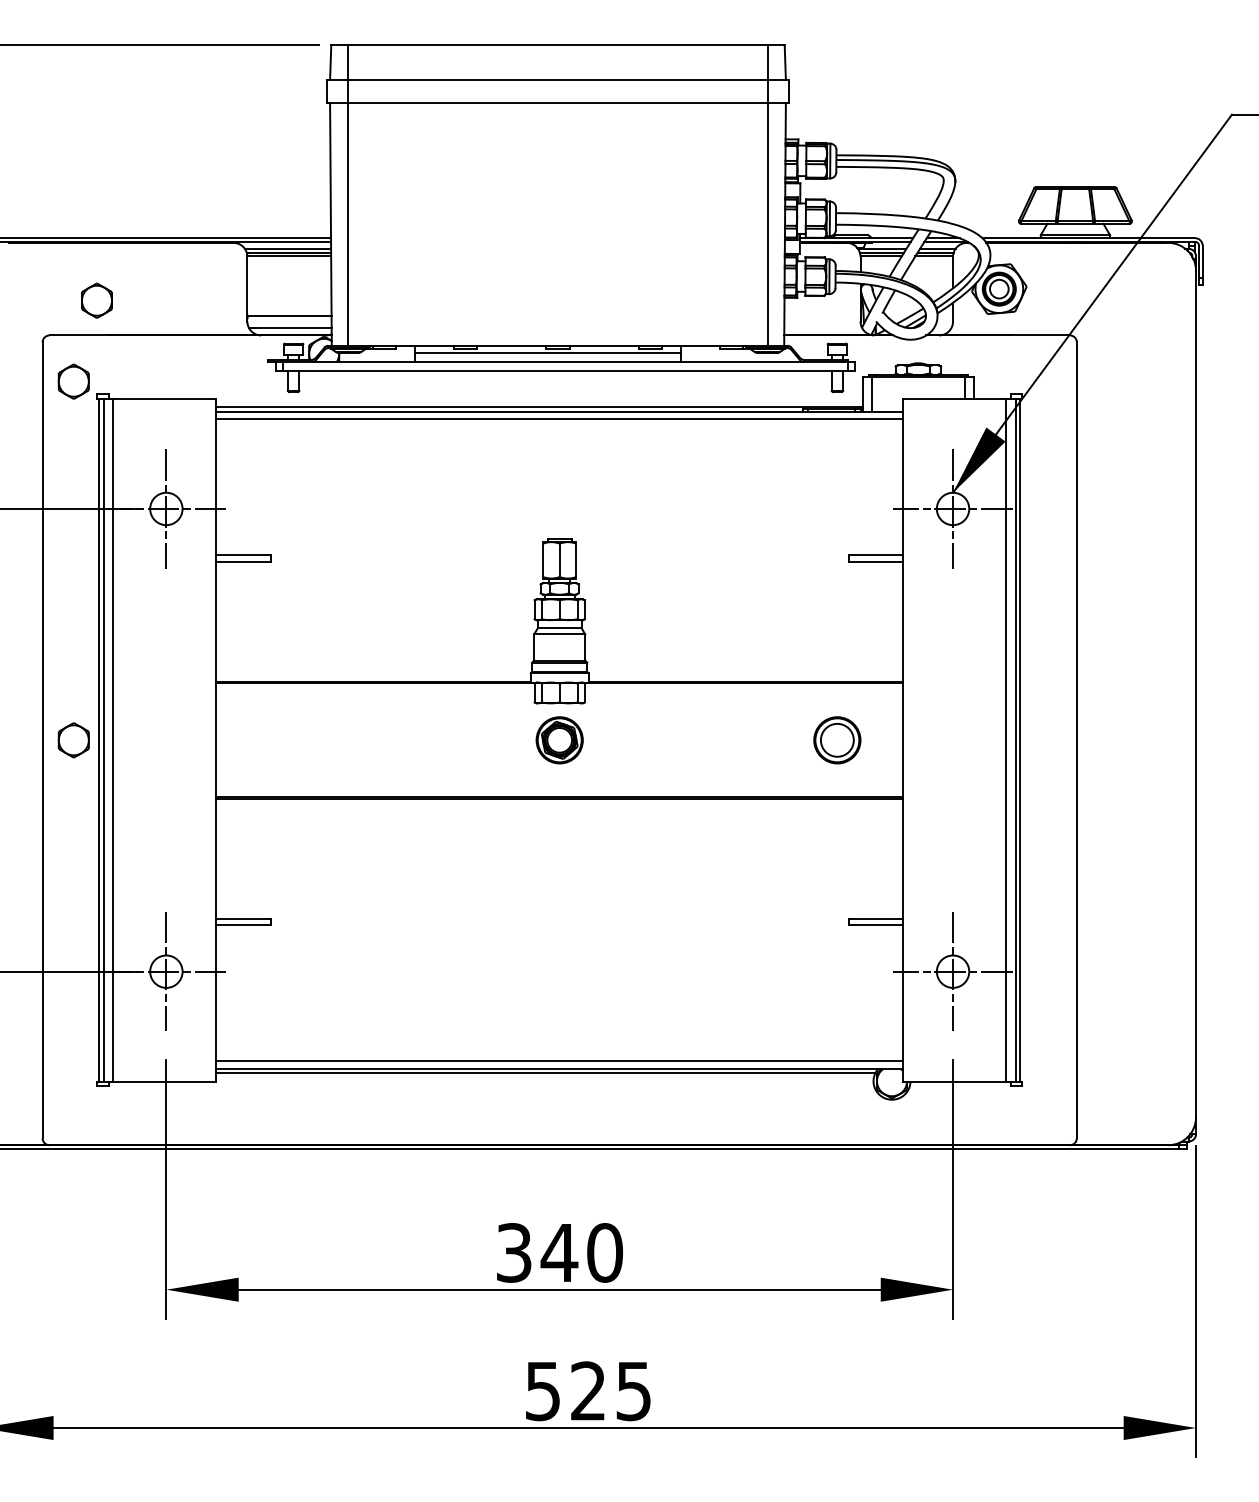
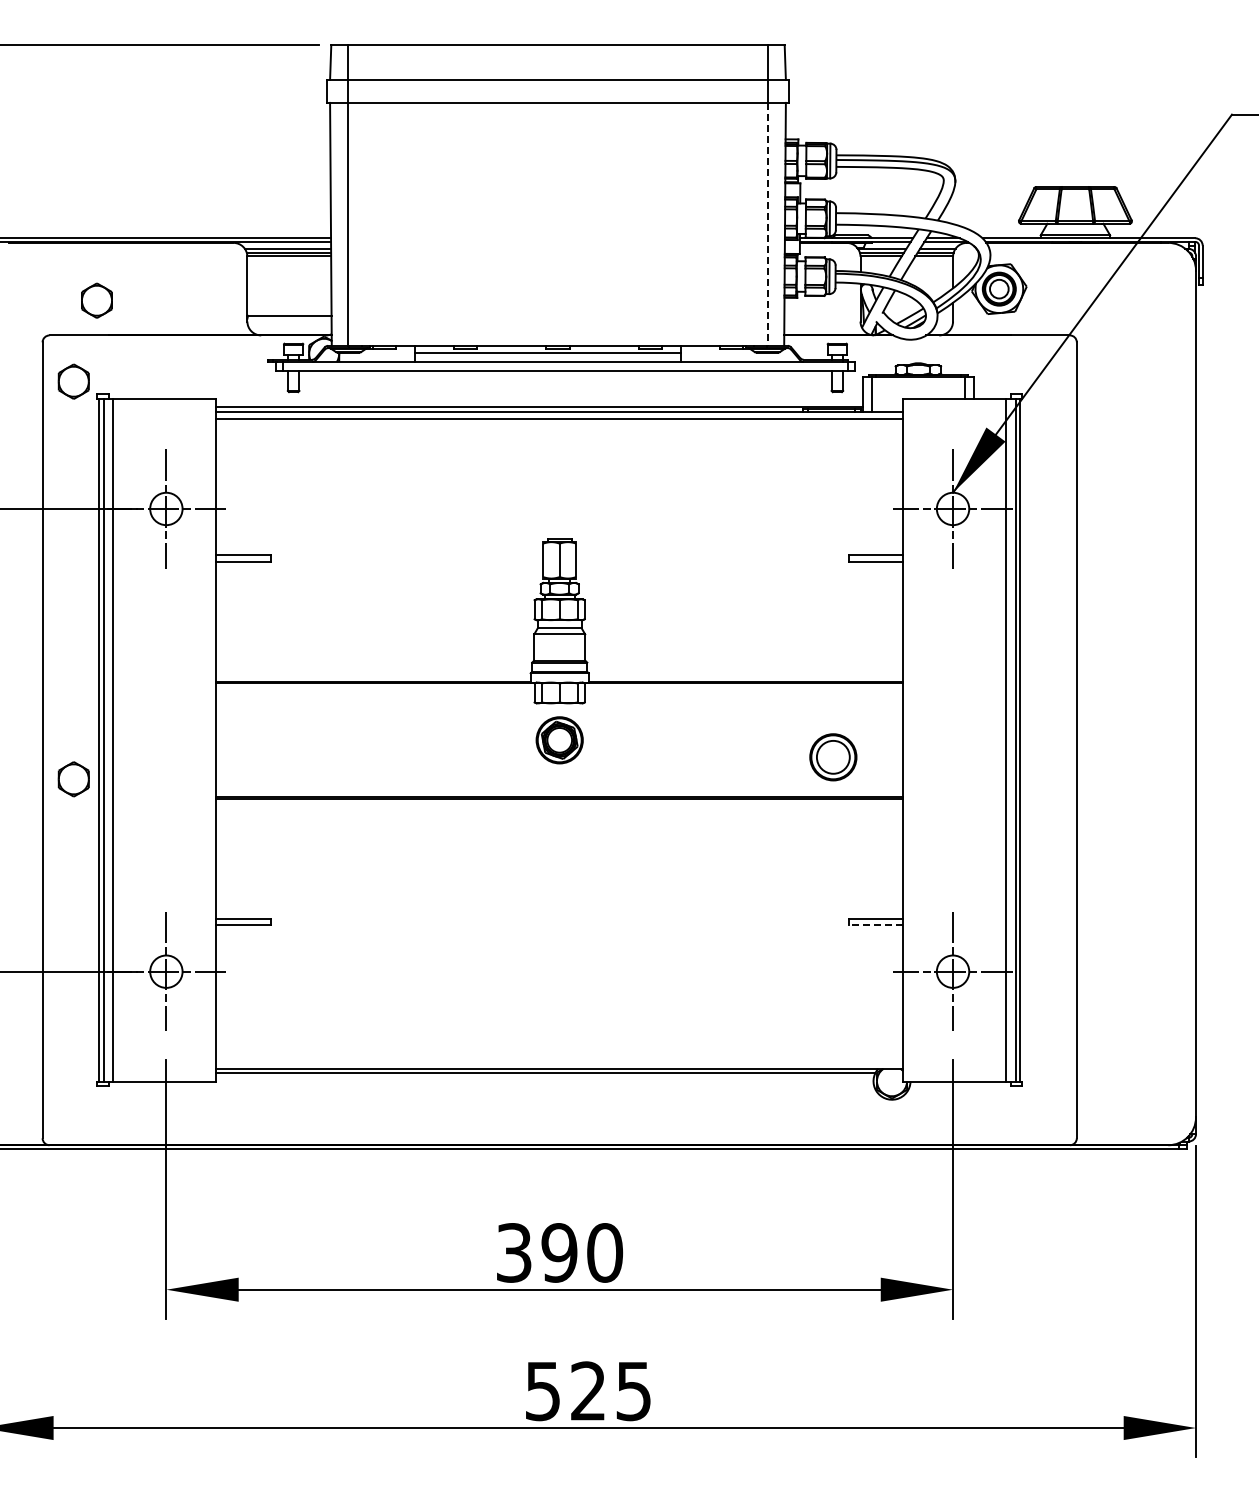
line at (767, 224): solid -> dashed
line at (290, 328): present -> none
part at (73, 740) position: (73, 740) -> (73, 779)
part at (837, 740) position: (837, 740) -> (833, 757)
line at (875, 925): solid -> dashed
line at (559, 1061): present -> none
text at (559, 1252): 340 -> 390
